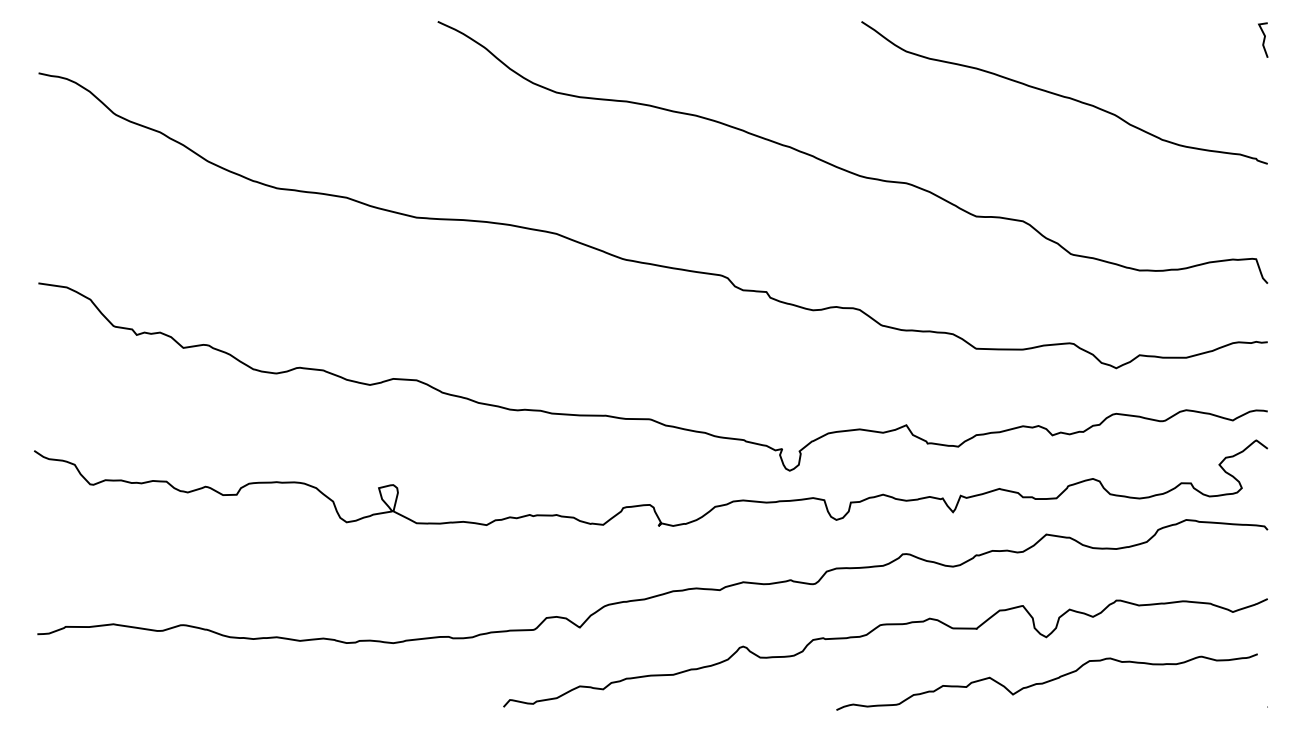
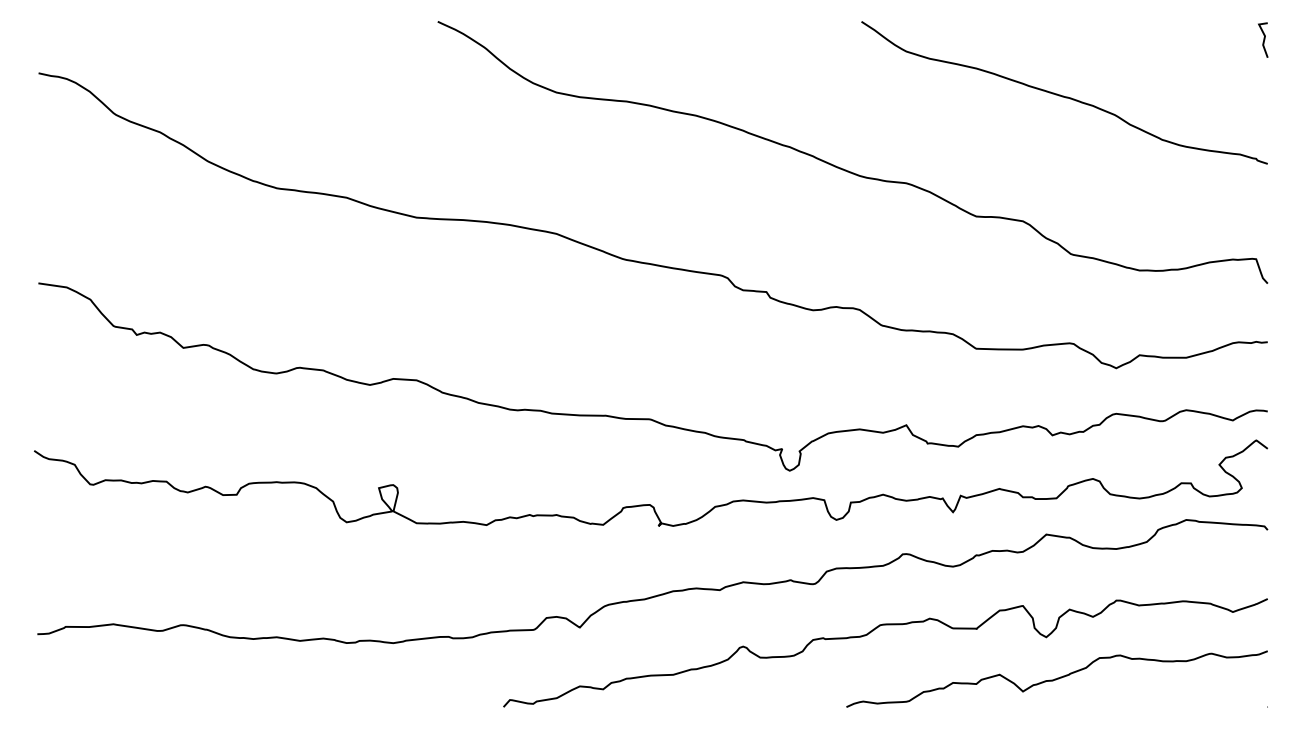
curve at (1046, 681) position: (1046, 681) -> (1056, 678)
